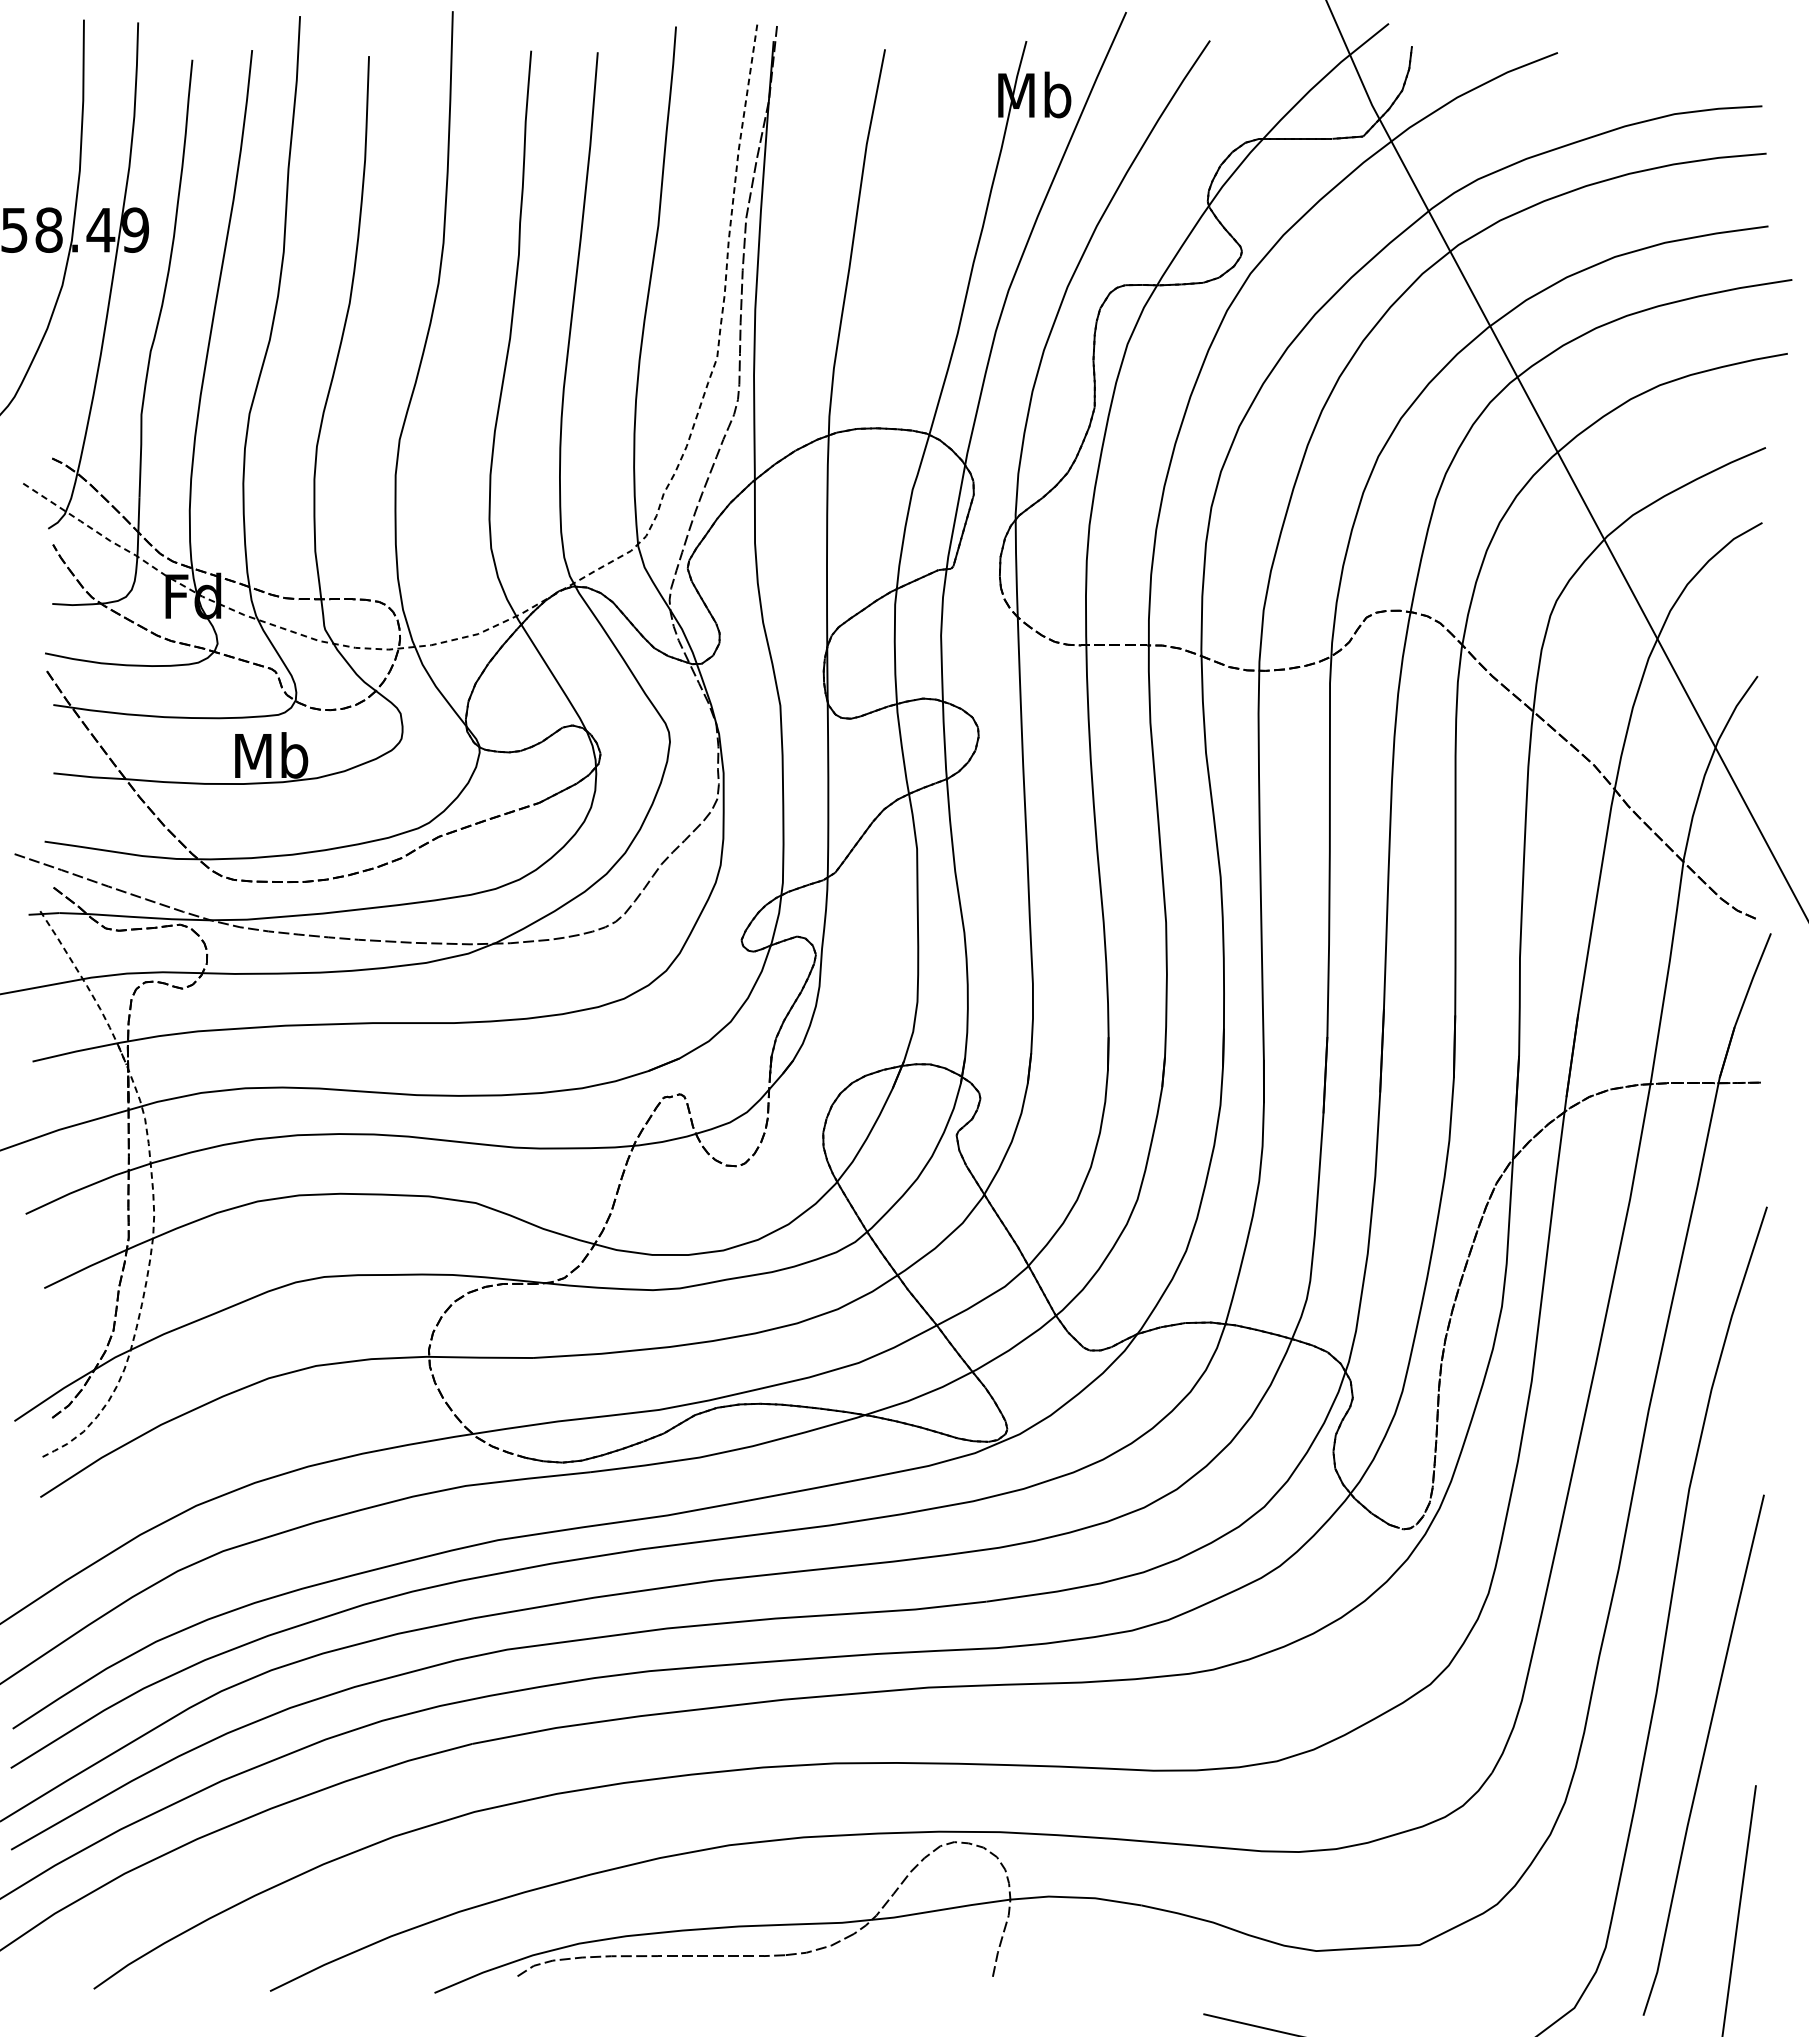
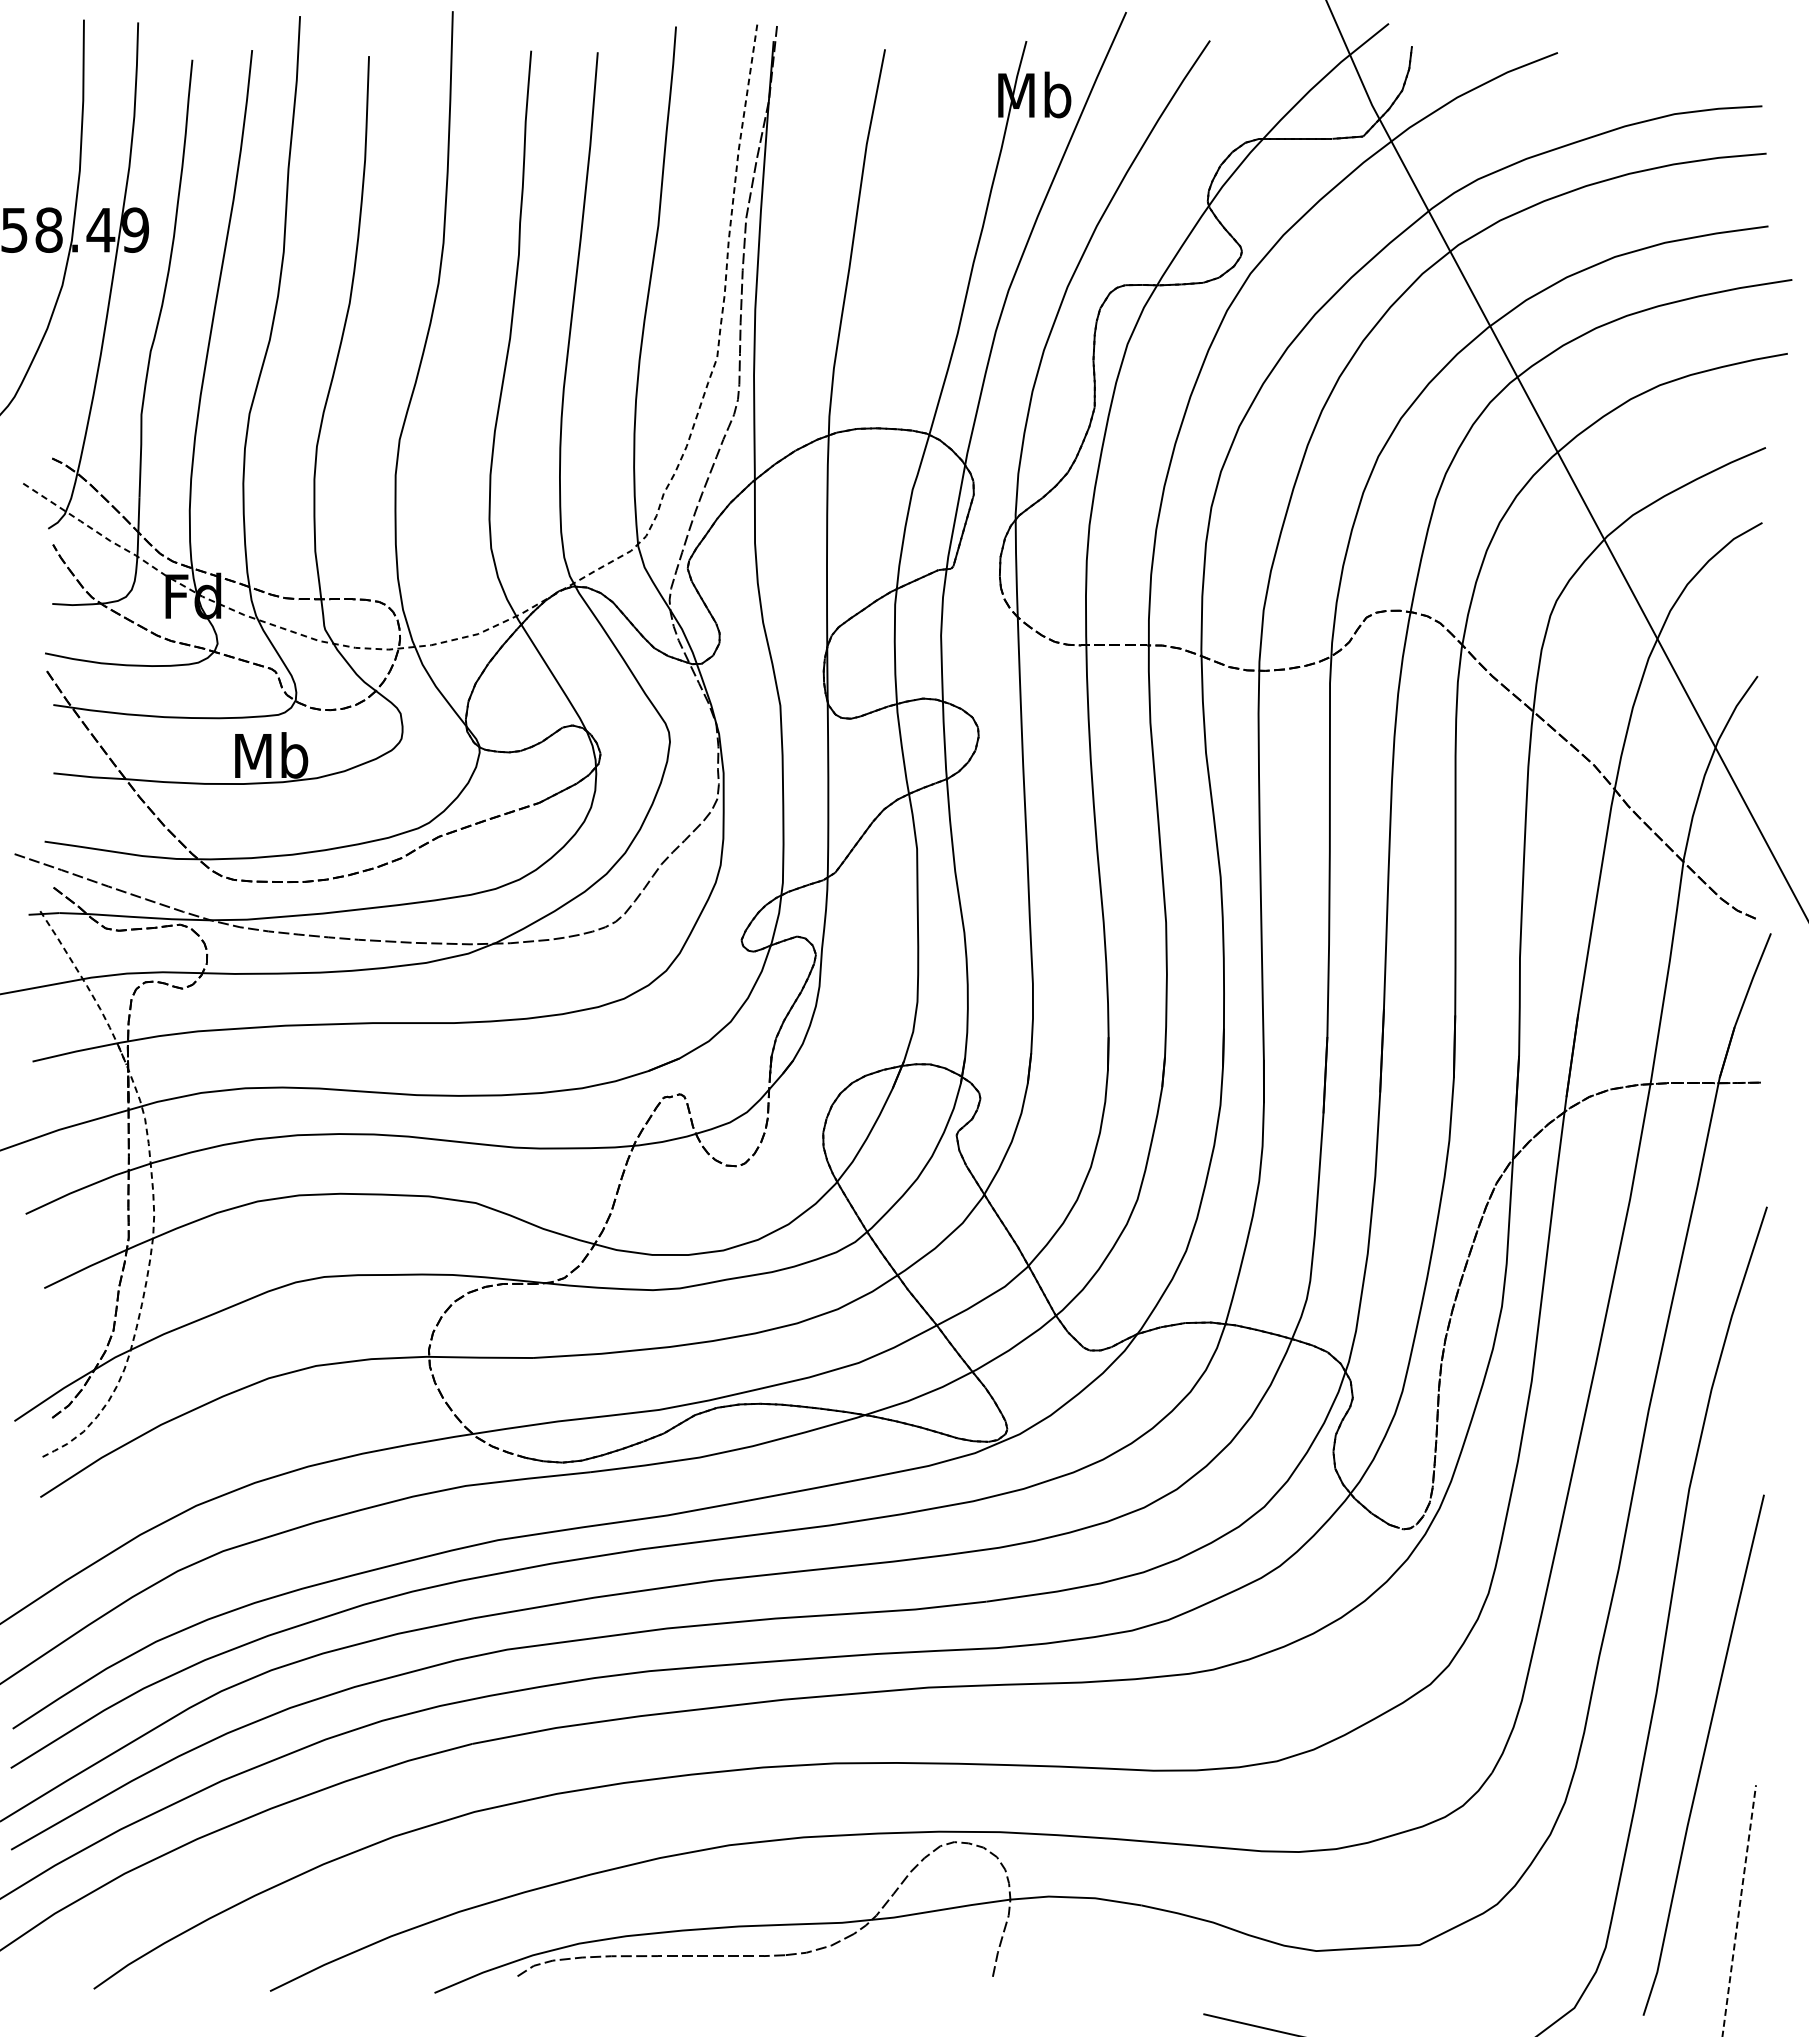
line at (1738, 1911): solid -> dashed
